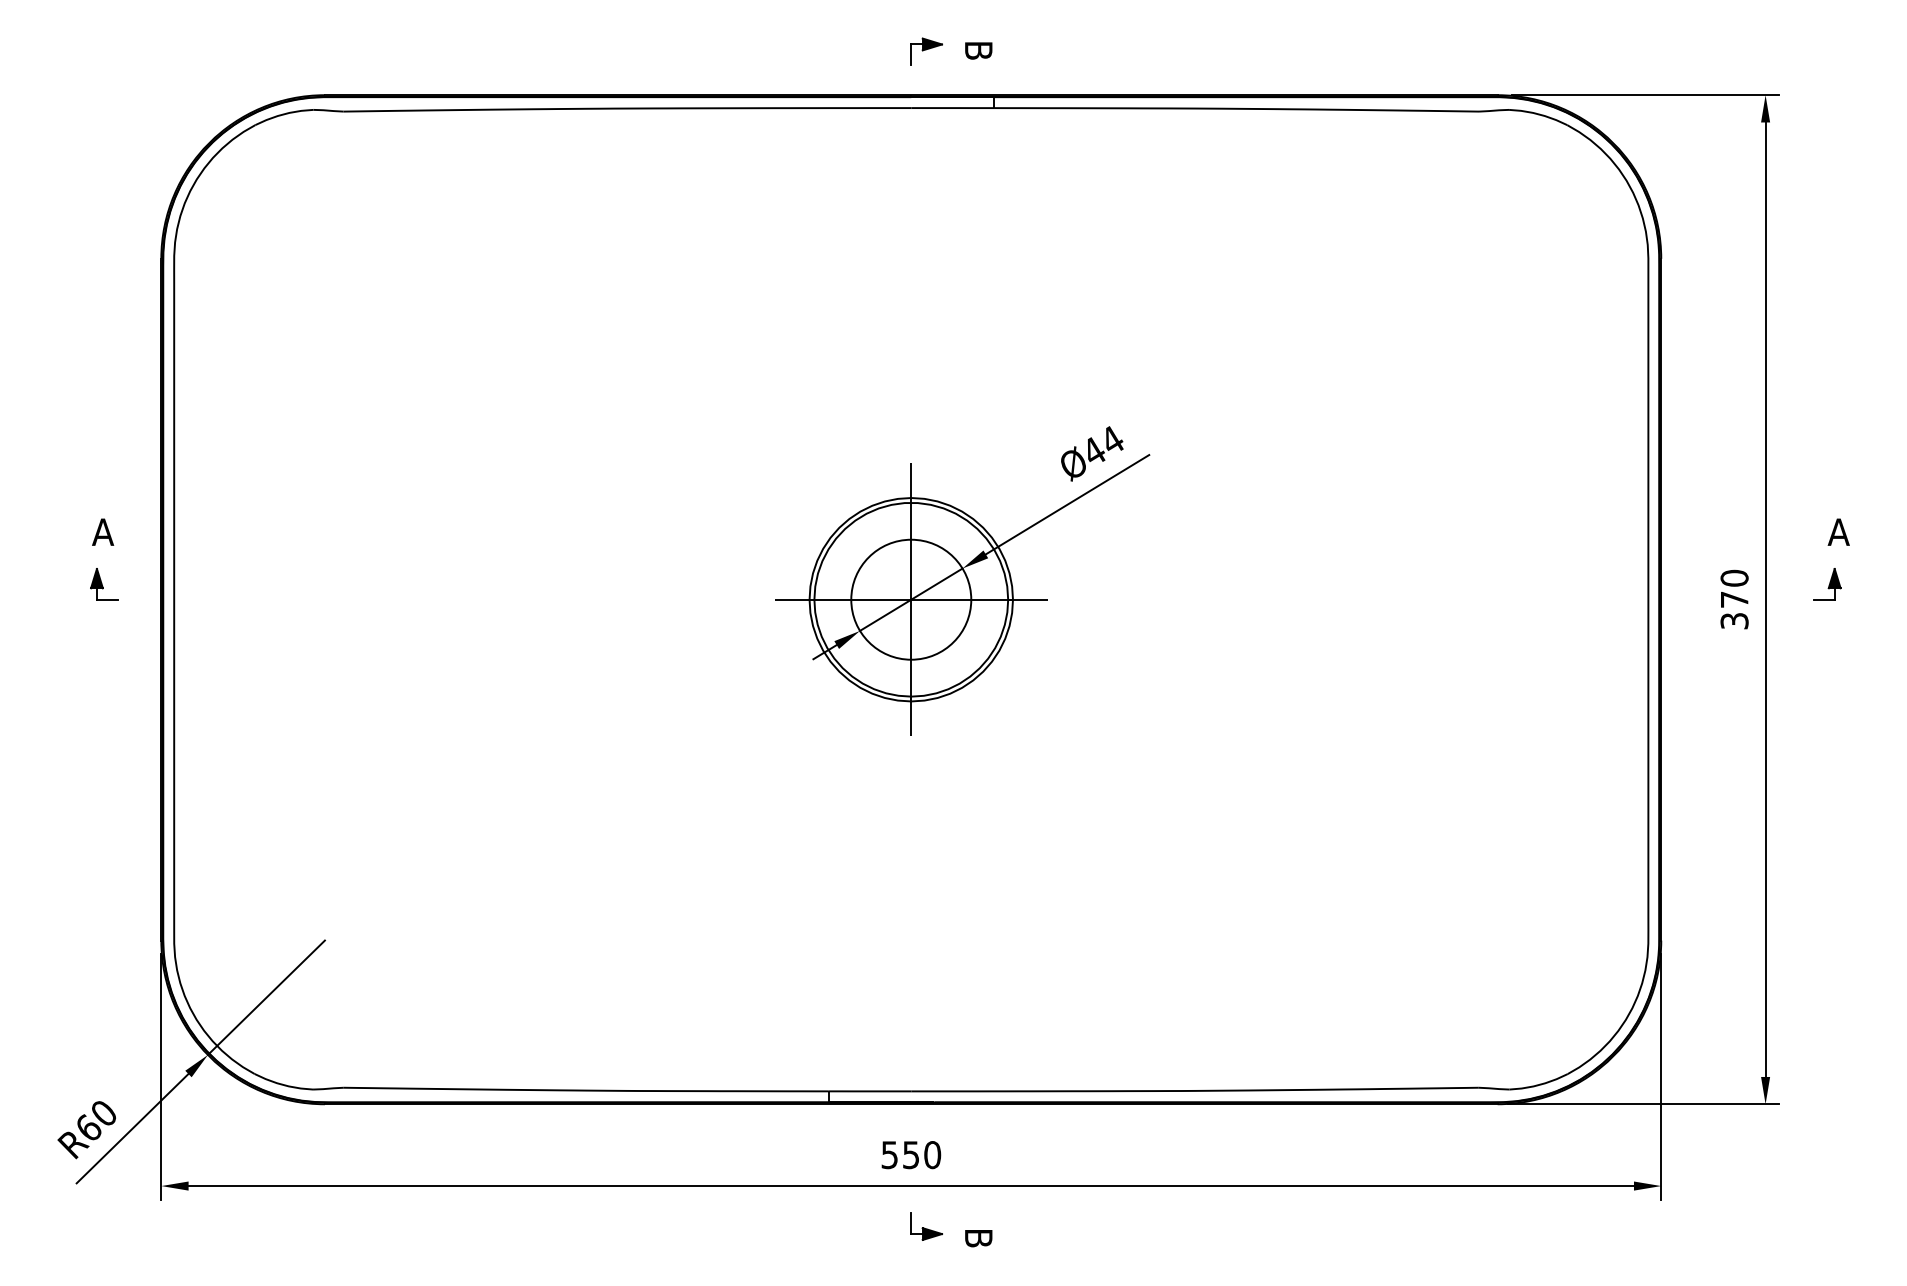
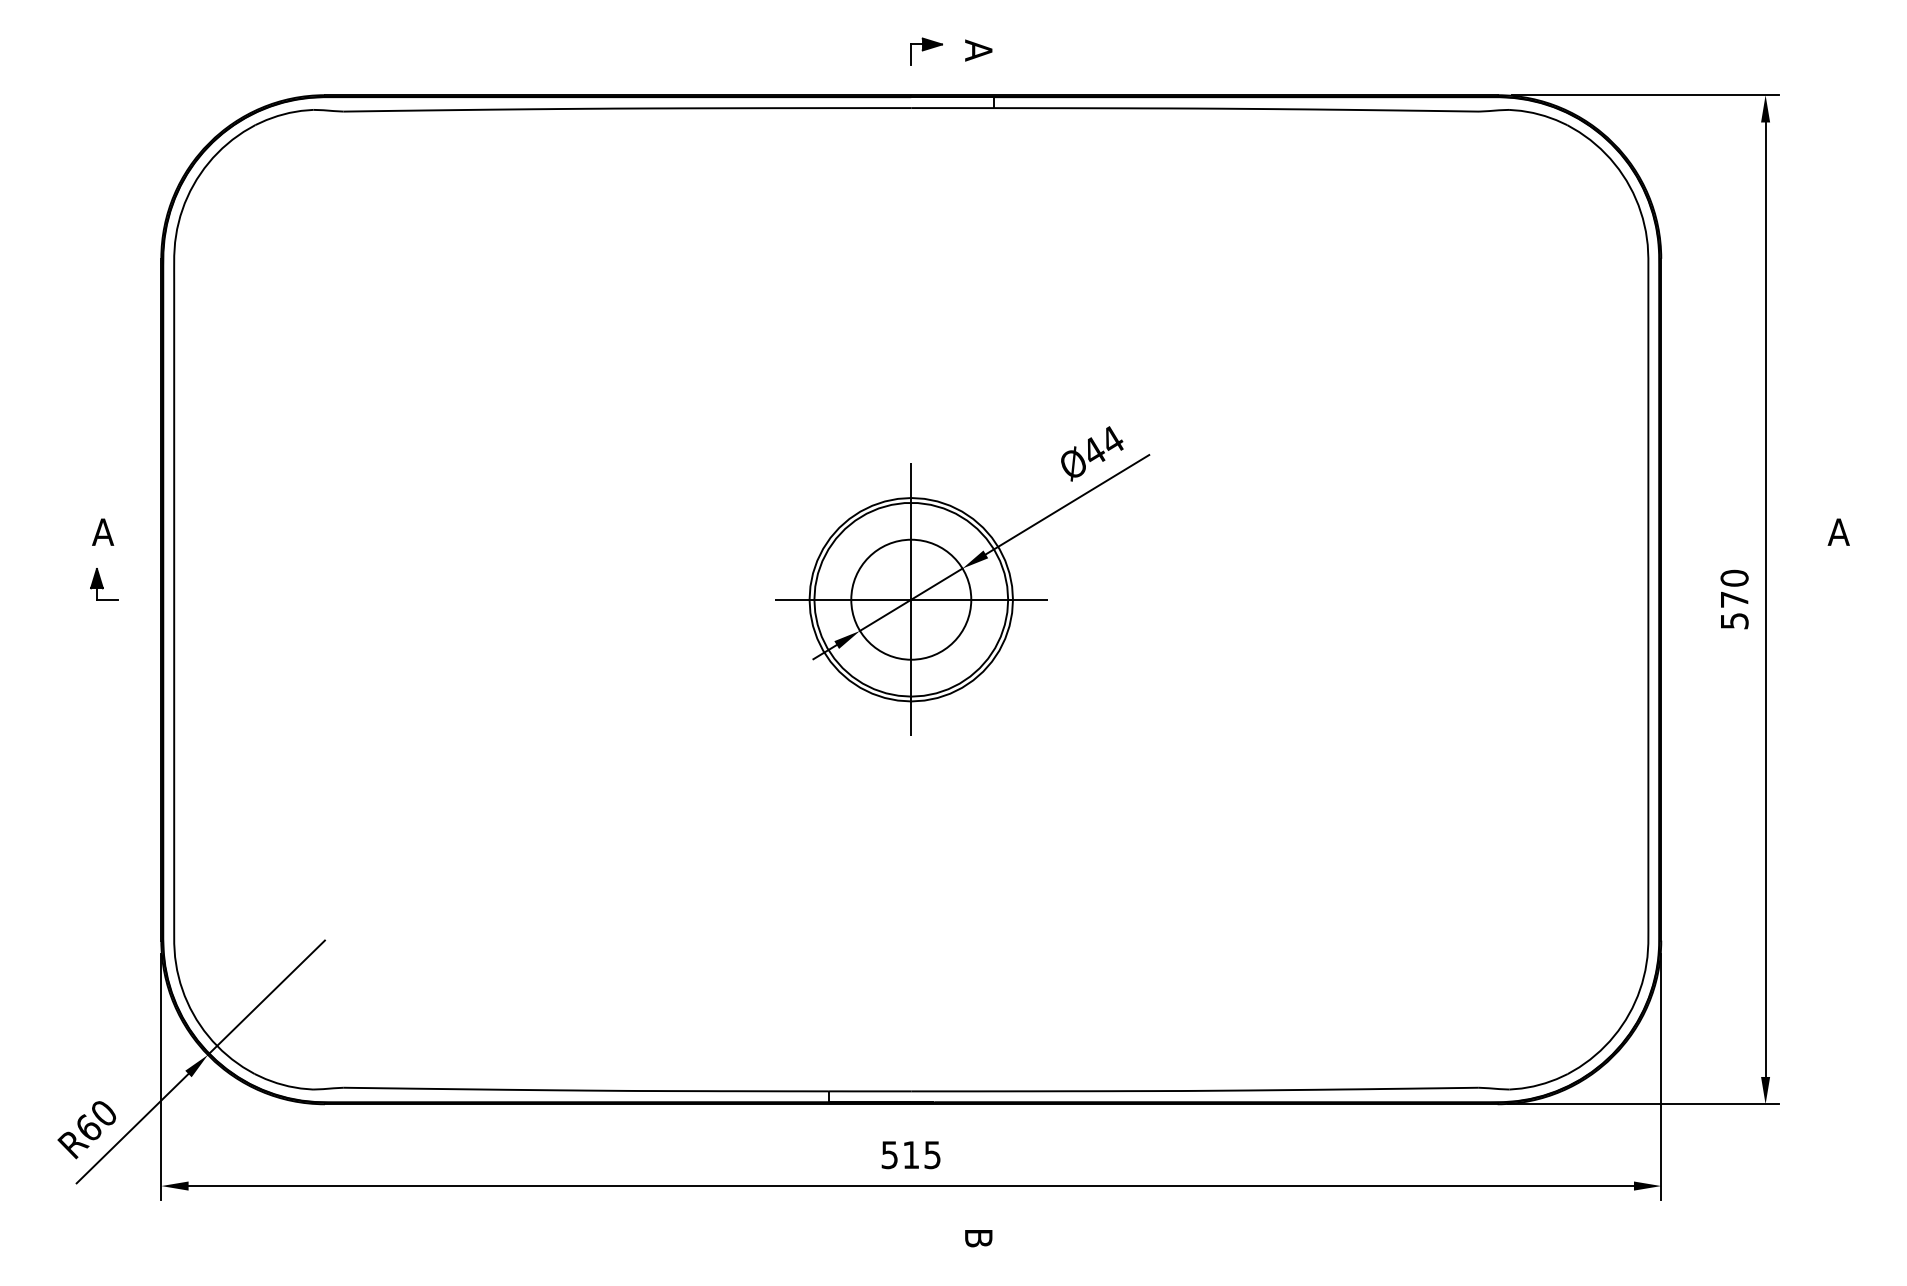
text at (978, 50): B -> A
part at (1827, 584): present -> none
text at (1734, 620): 370 -> 570
text at (922, 1155): 550 -> 515
part at (926, 1226): present -> none
